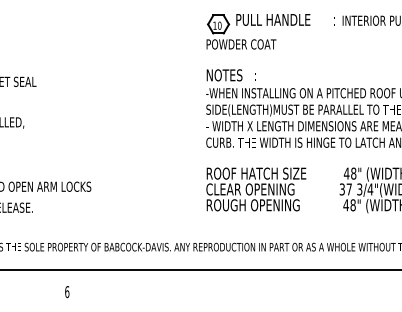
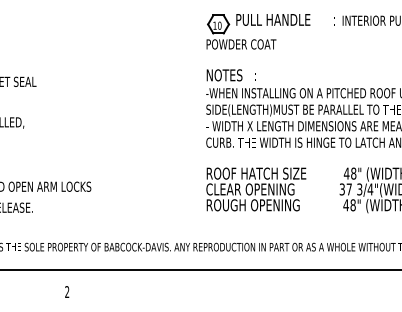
text at (67, 292): 6 -> 2
